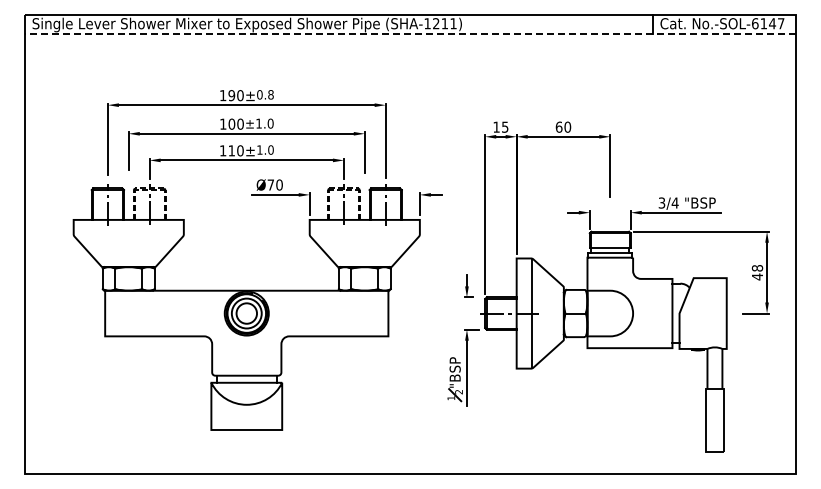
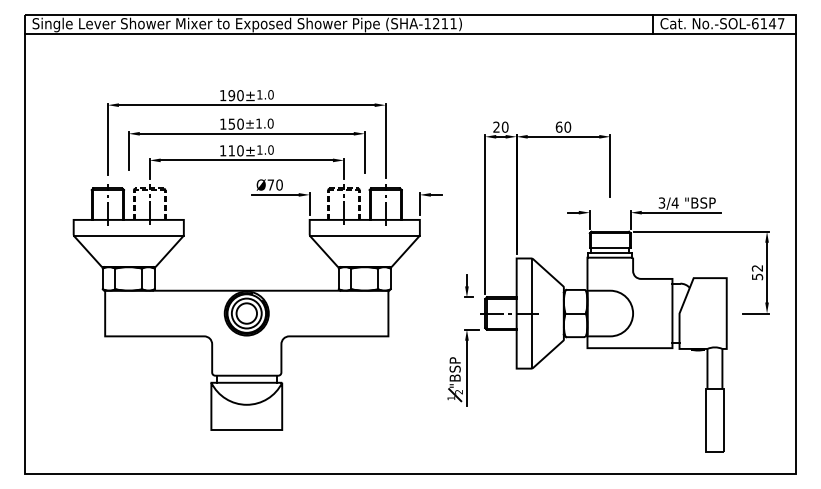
line at (410, 33): dashed -> solid
text at (265, 94): 0.8 -> 1.0
text at (231, 123): 100 -> 150
text at (500, 126): 15 -> 20
line at (128, 235): none -> present
line at (364, 235): none -> present
text at (757, 272): 48 -> 52
